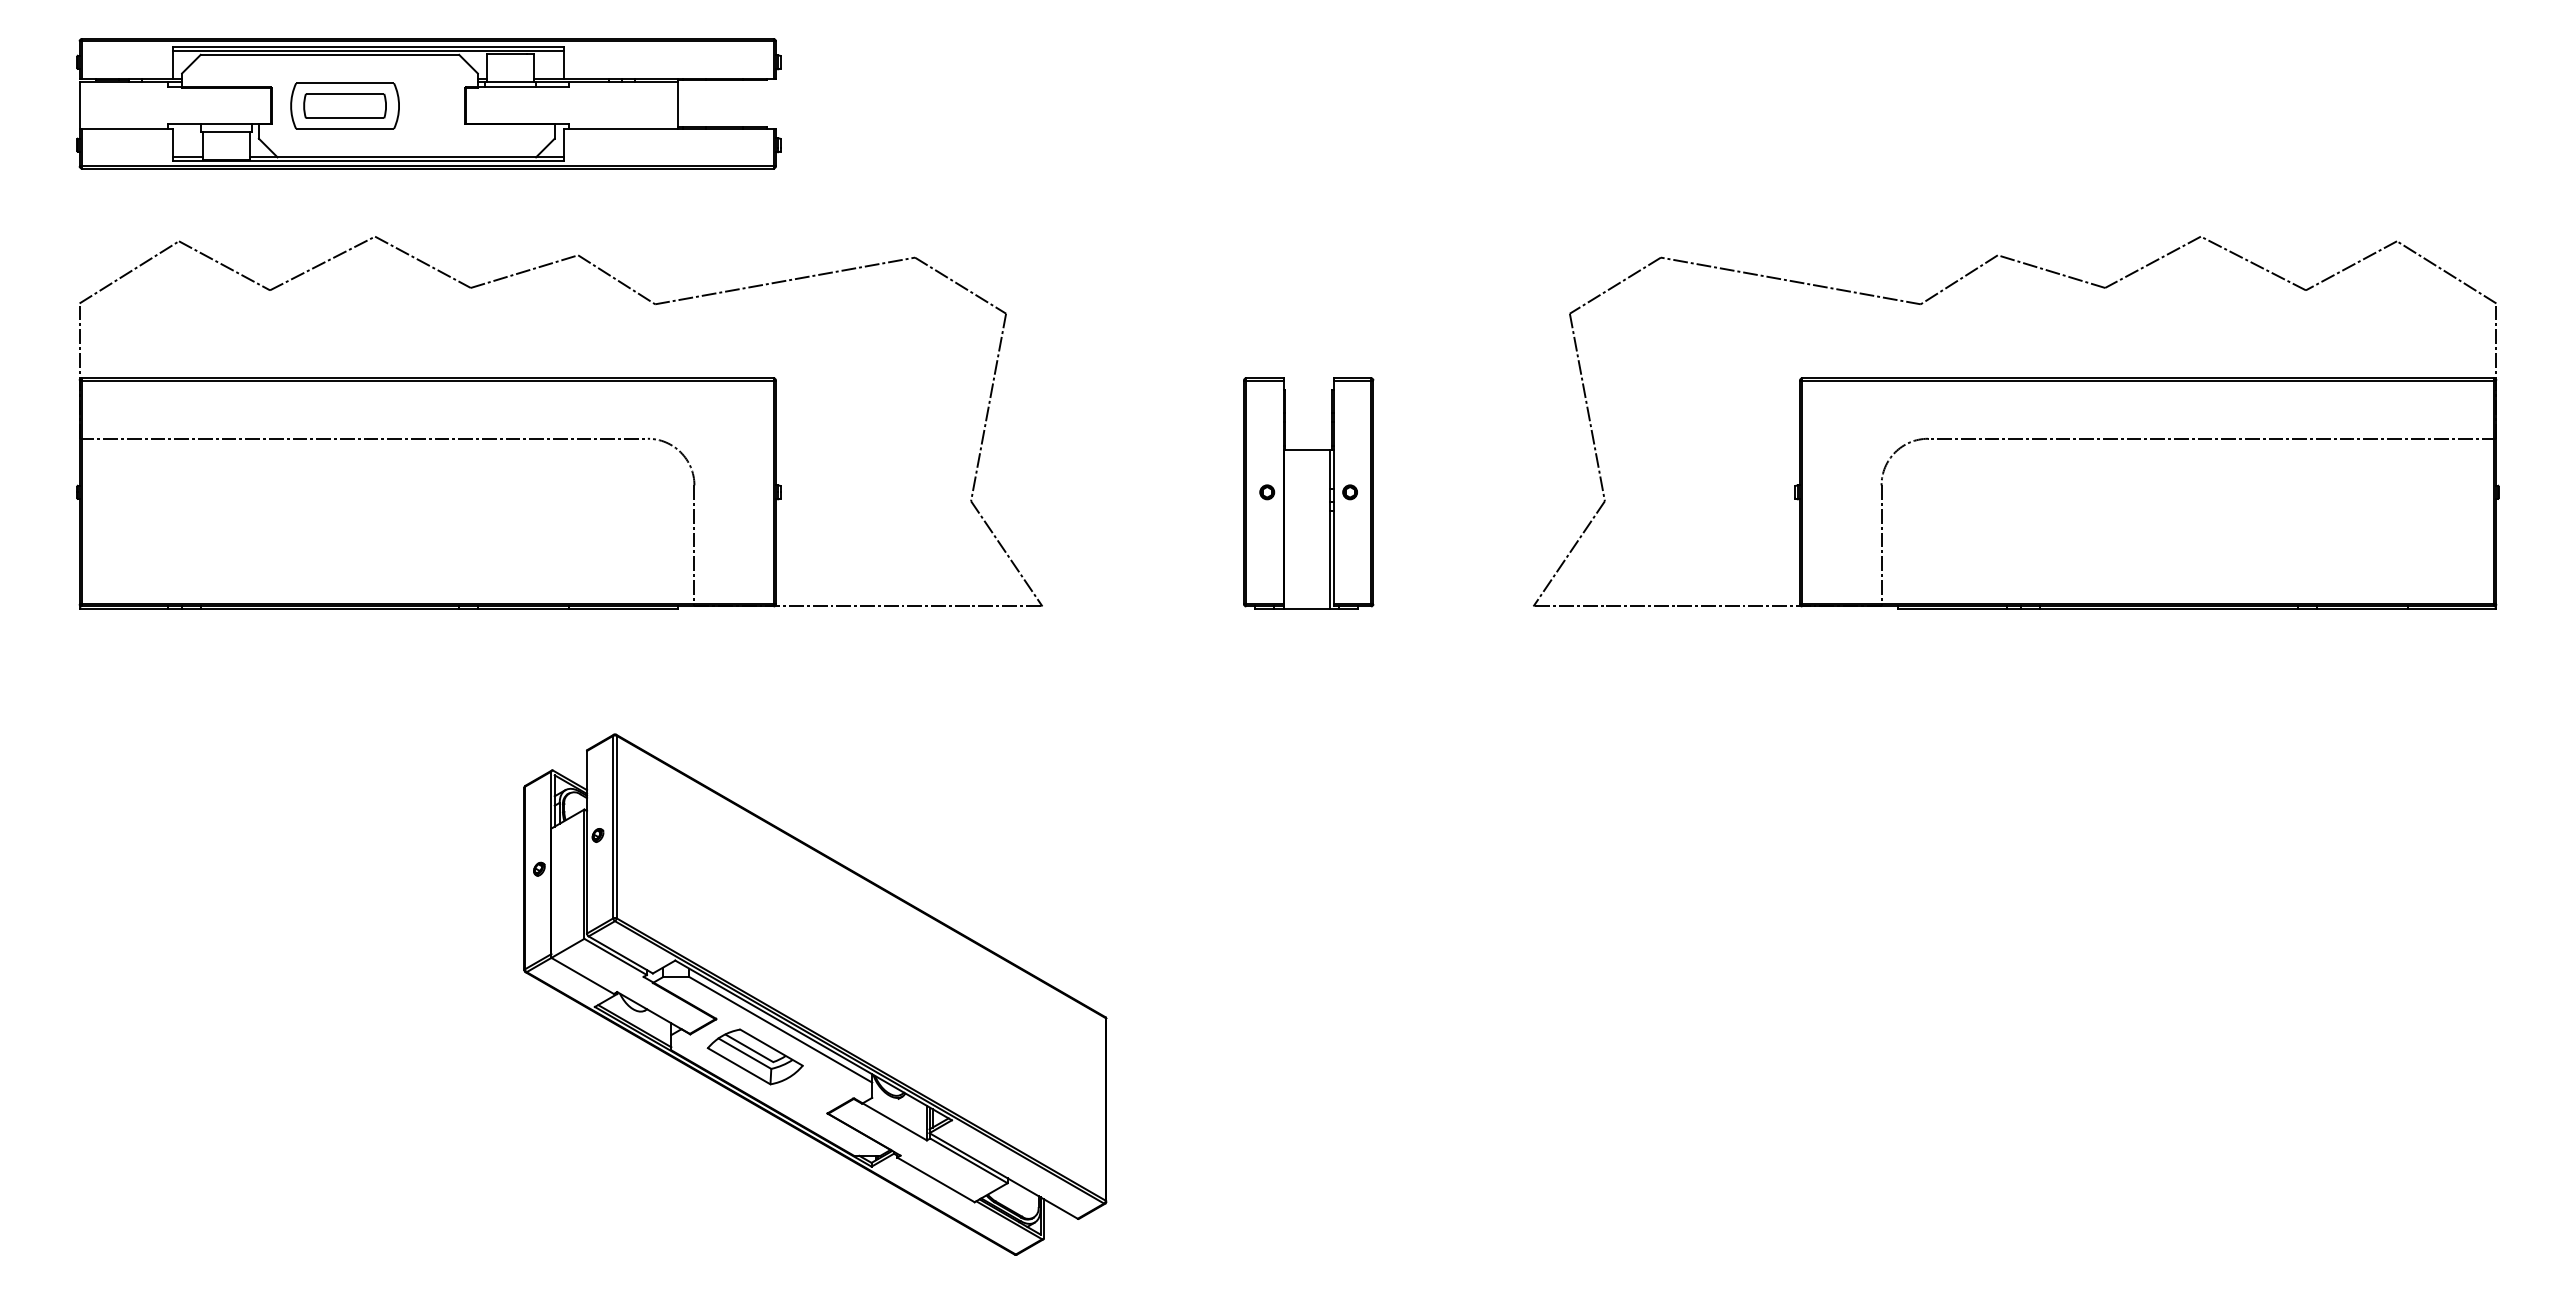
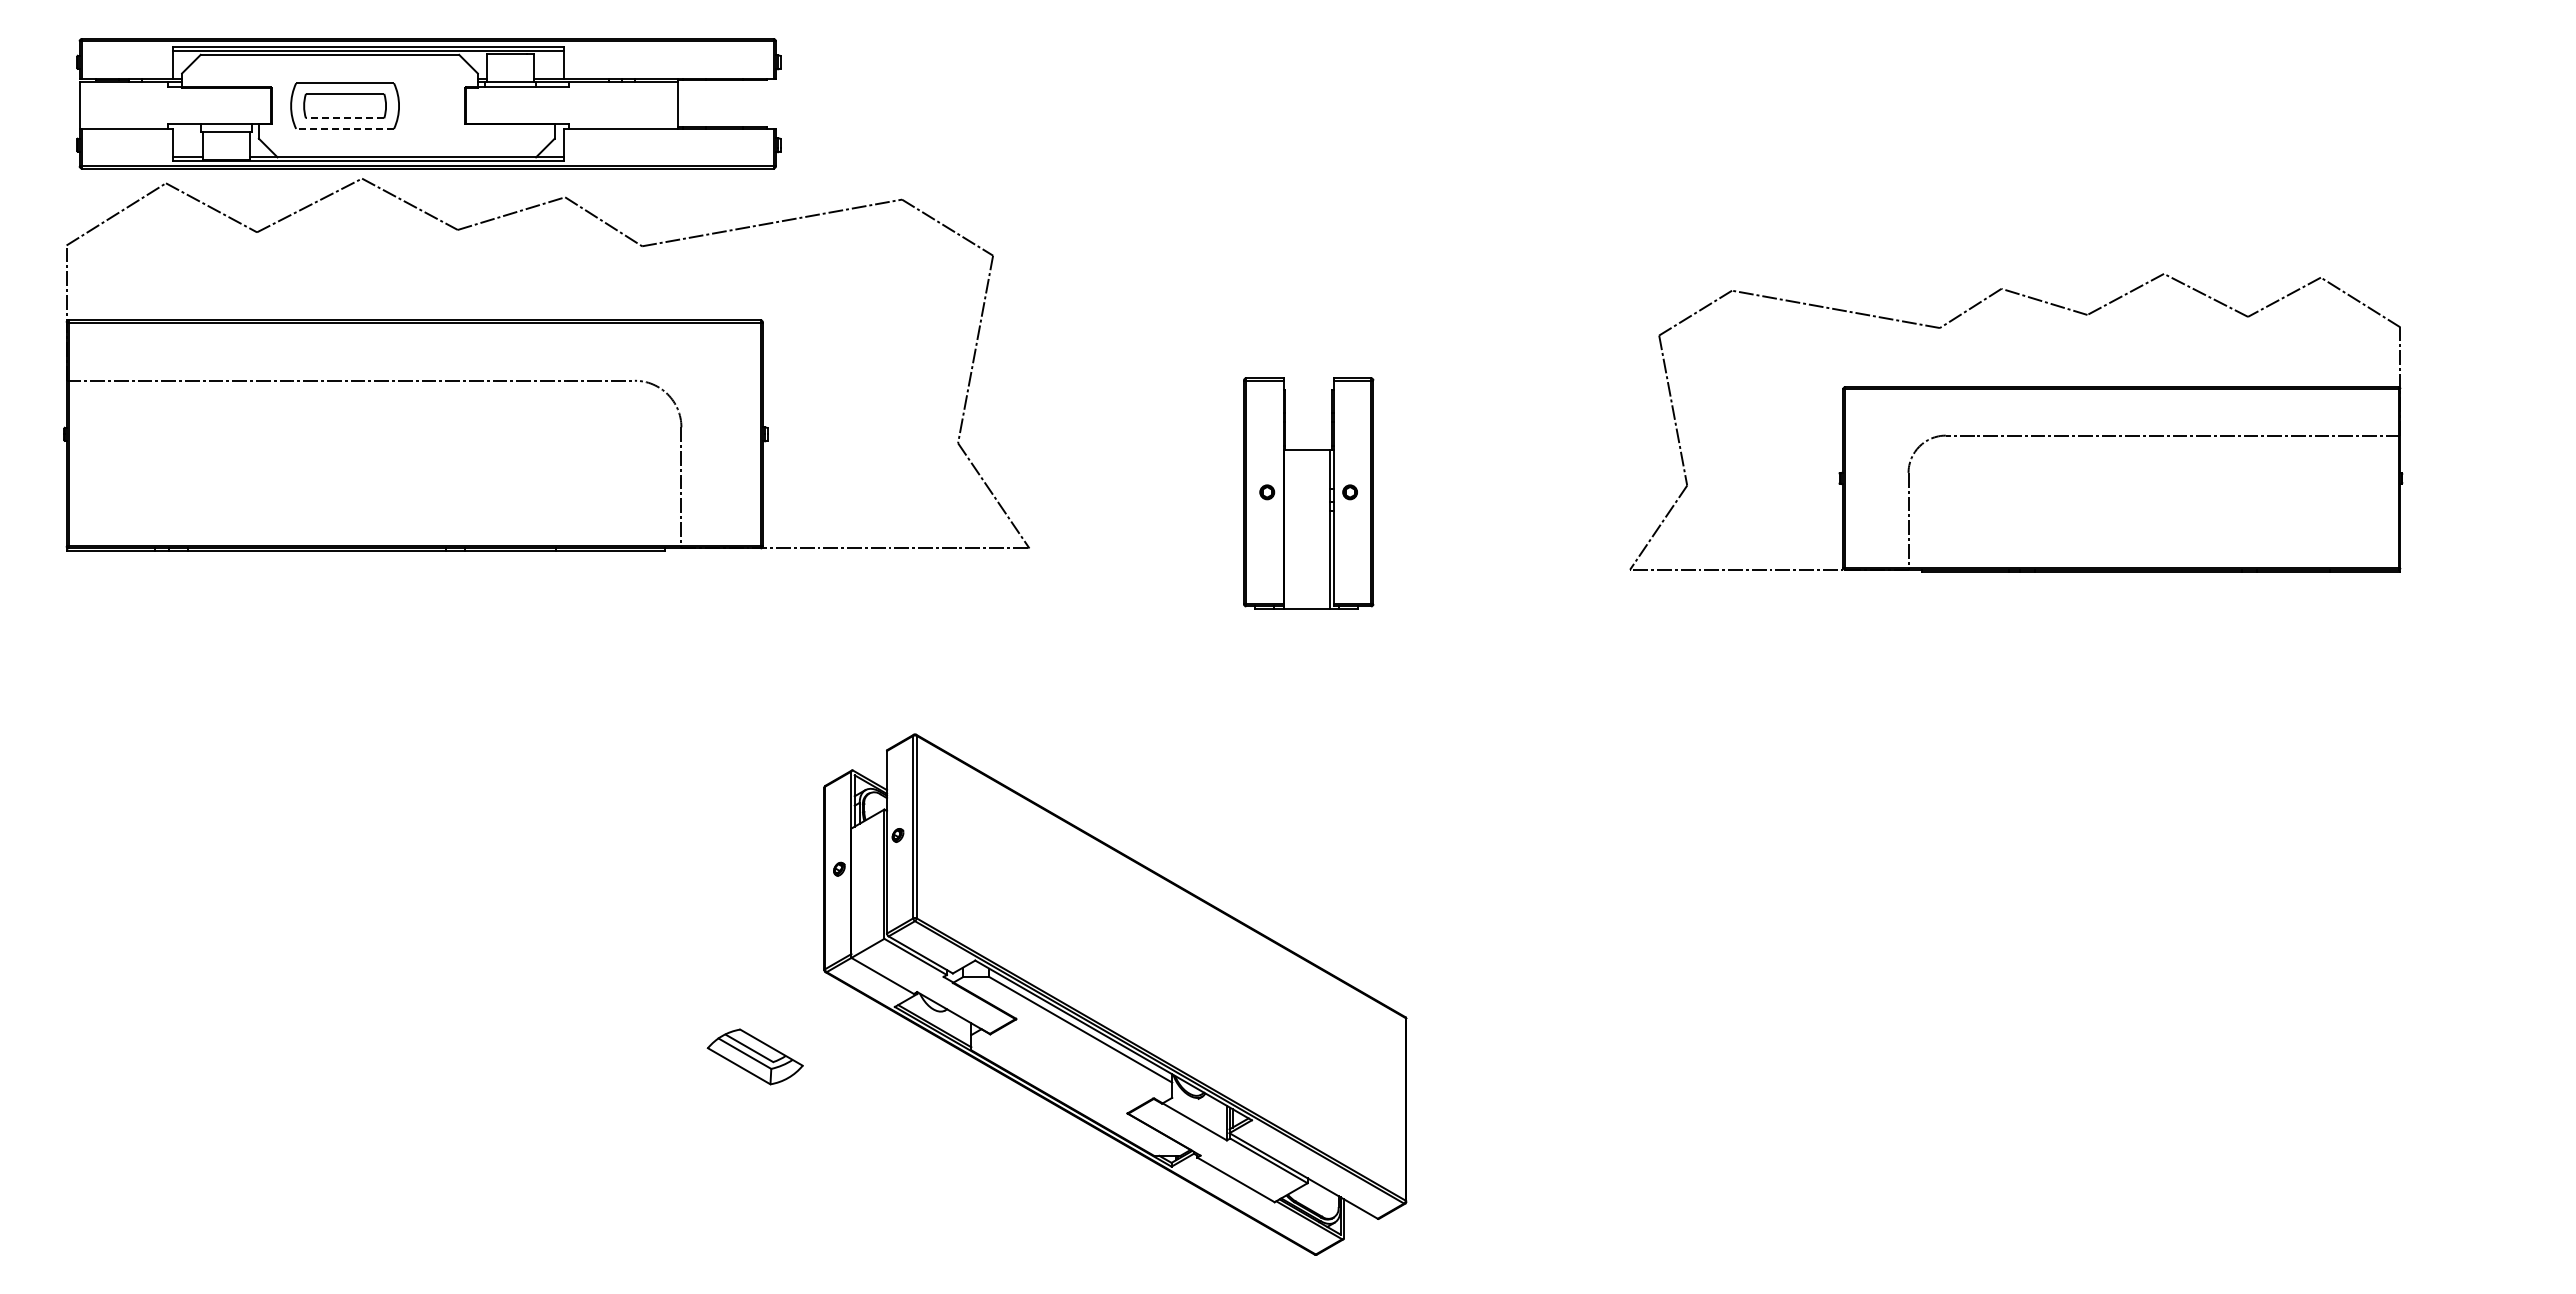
line at (344, 118): solid -> dashed
line at (345, 128): solid -> dashed
part at (559, 422) position: (559, 422) -> (546, 364)
part at (2016, 422) size: 967x374 px -> 775x300 px
part at (815, 994) position: (815, 994) -> (1115, 994)
